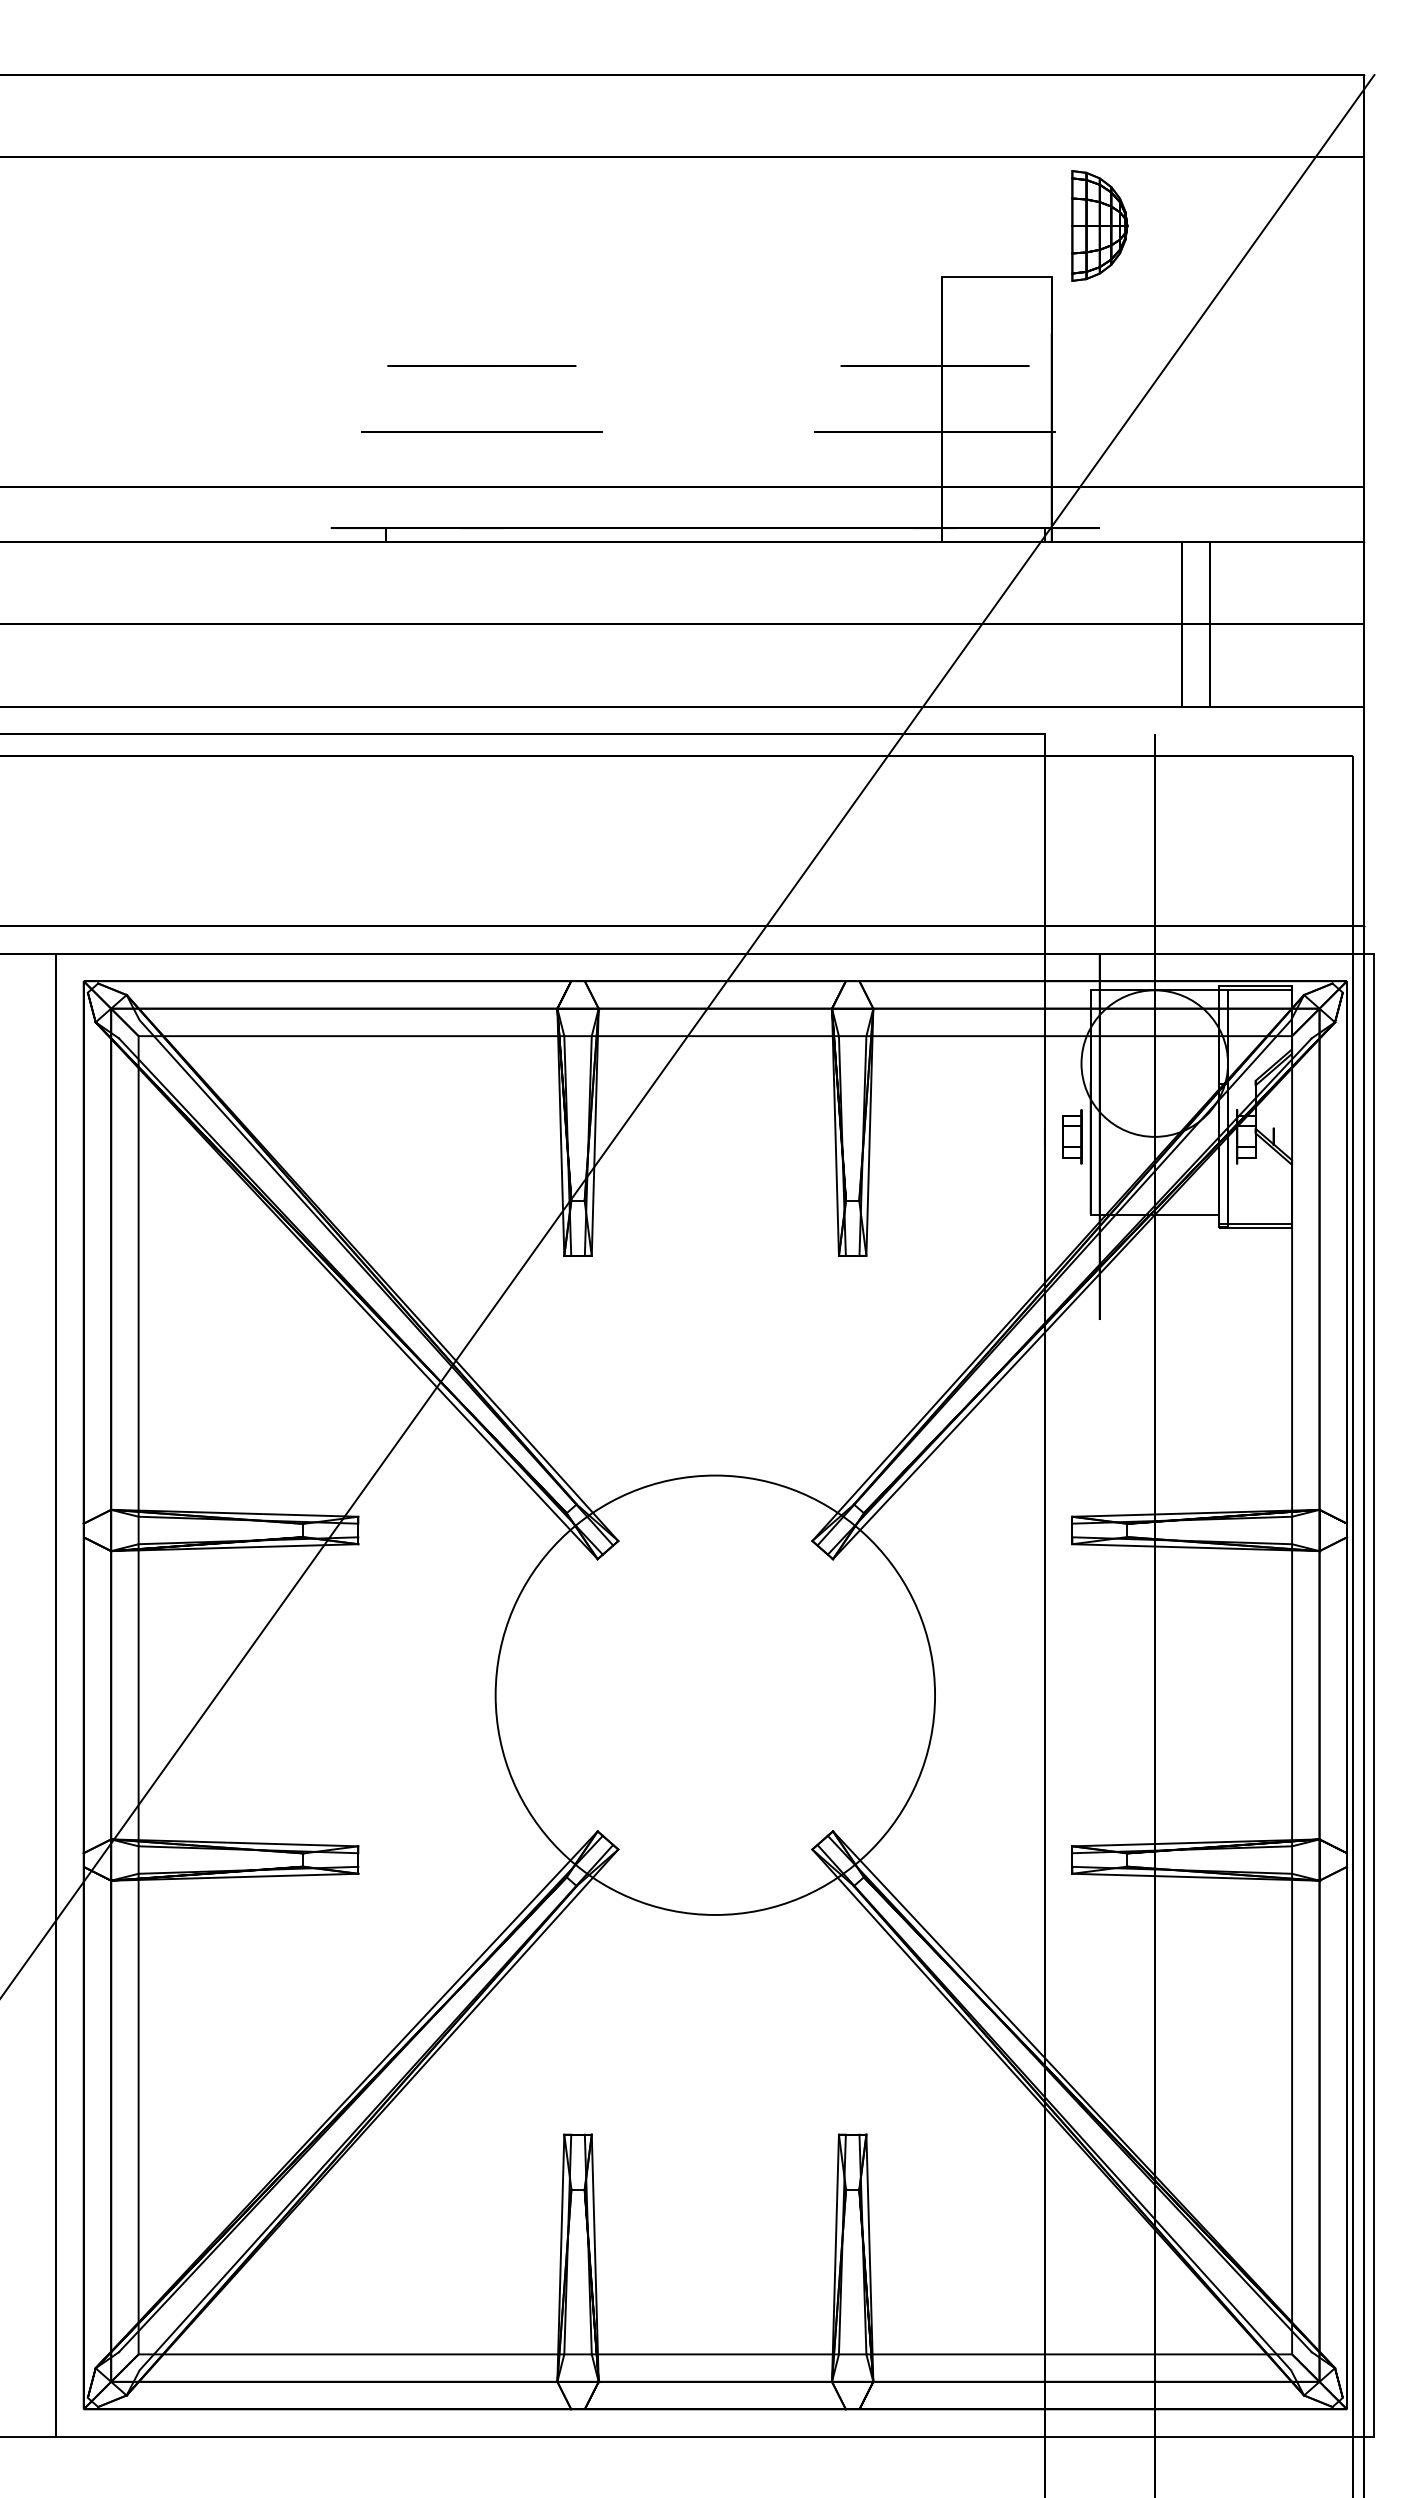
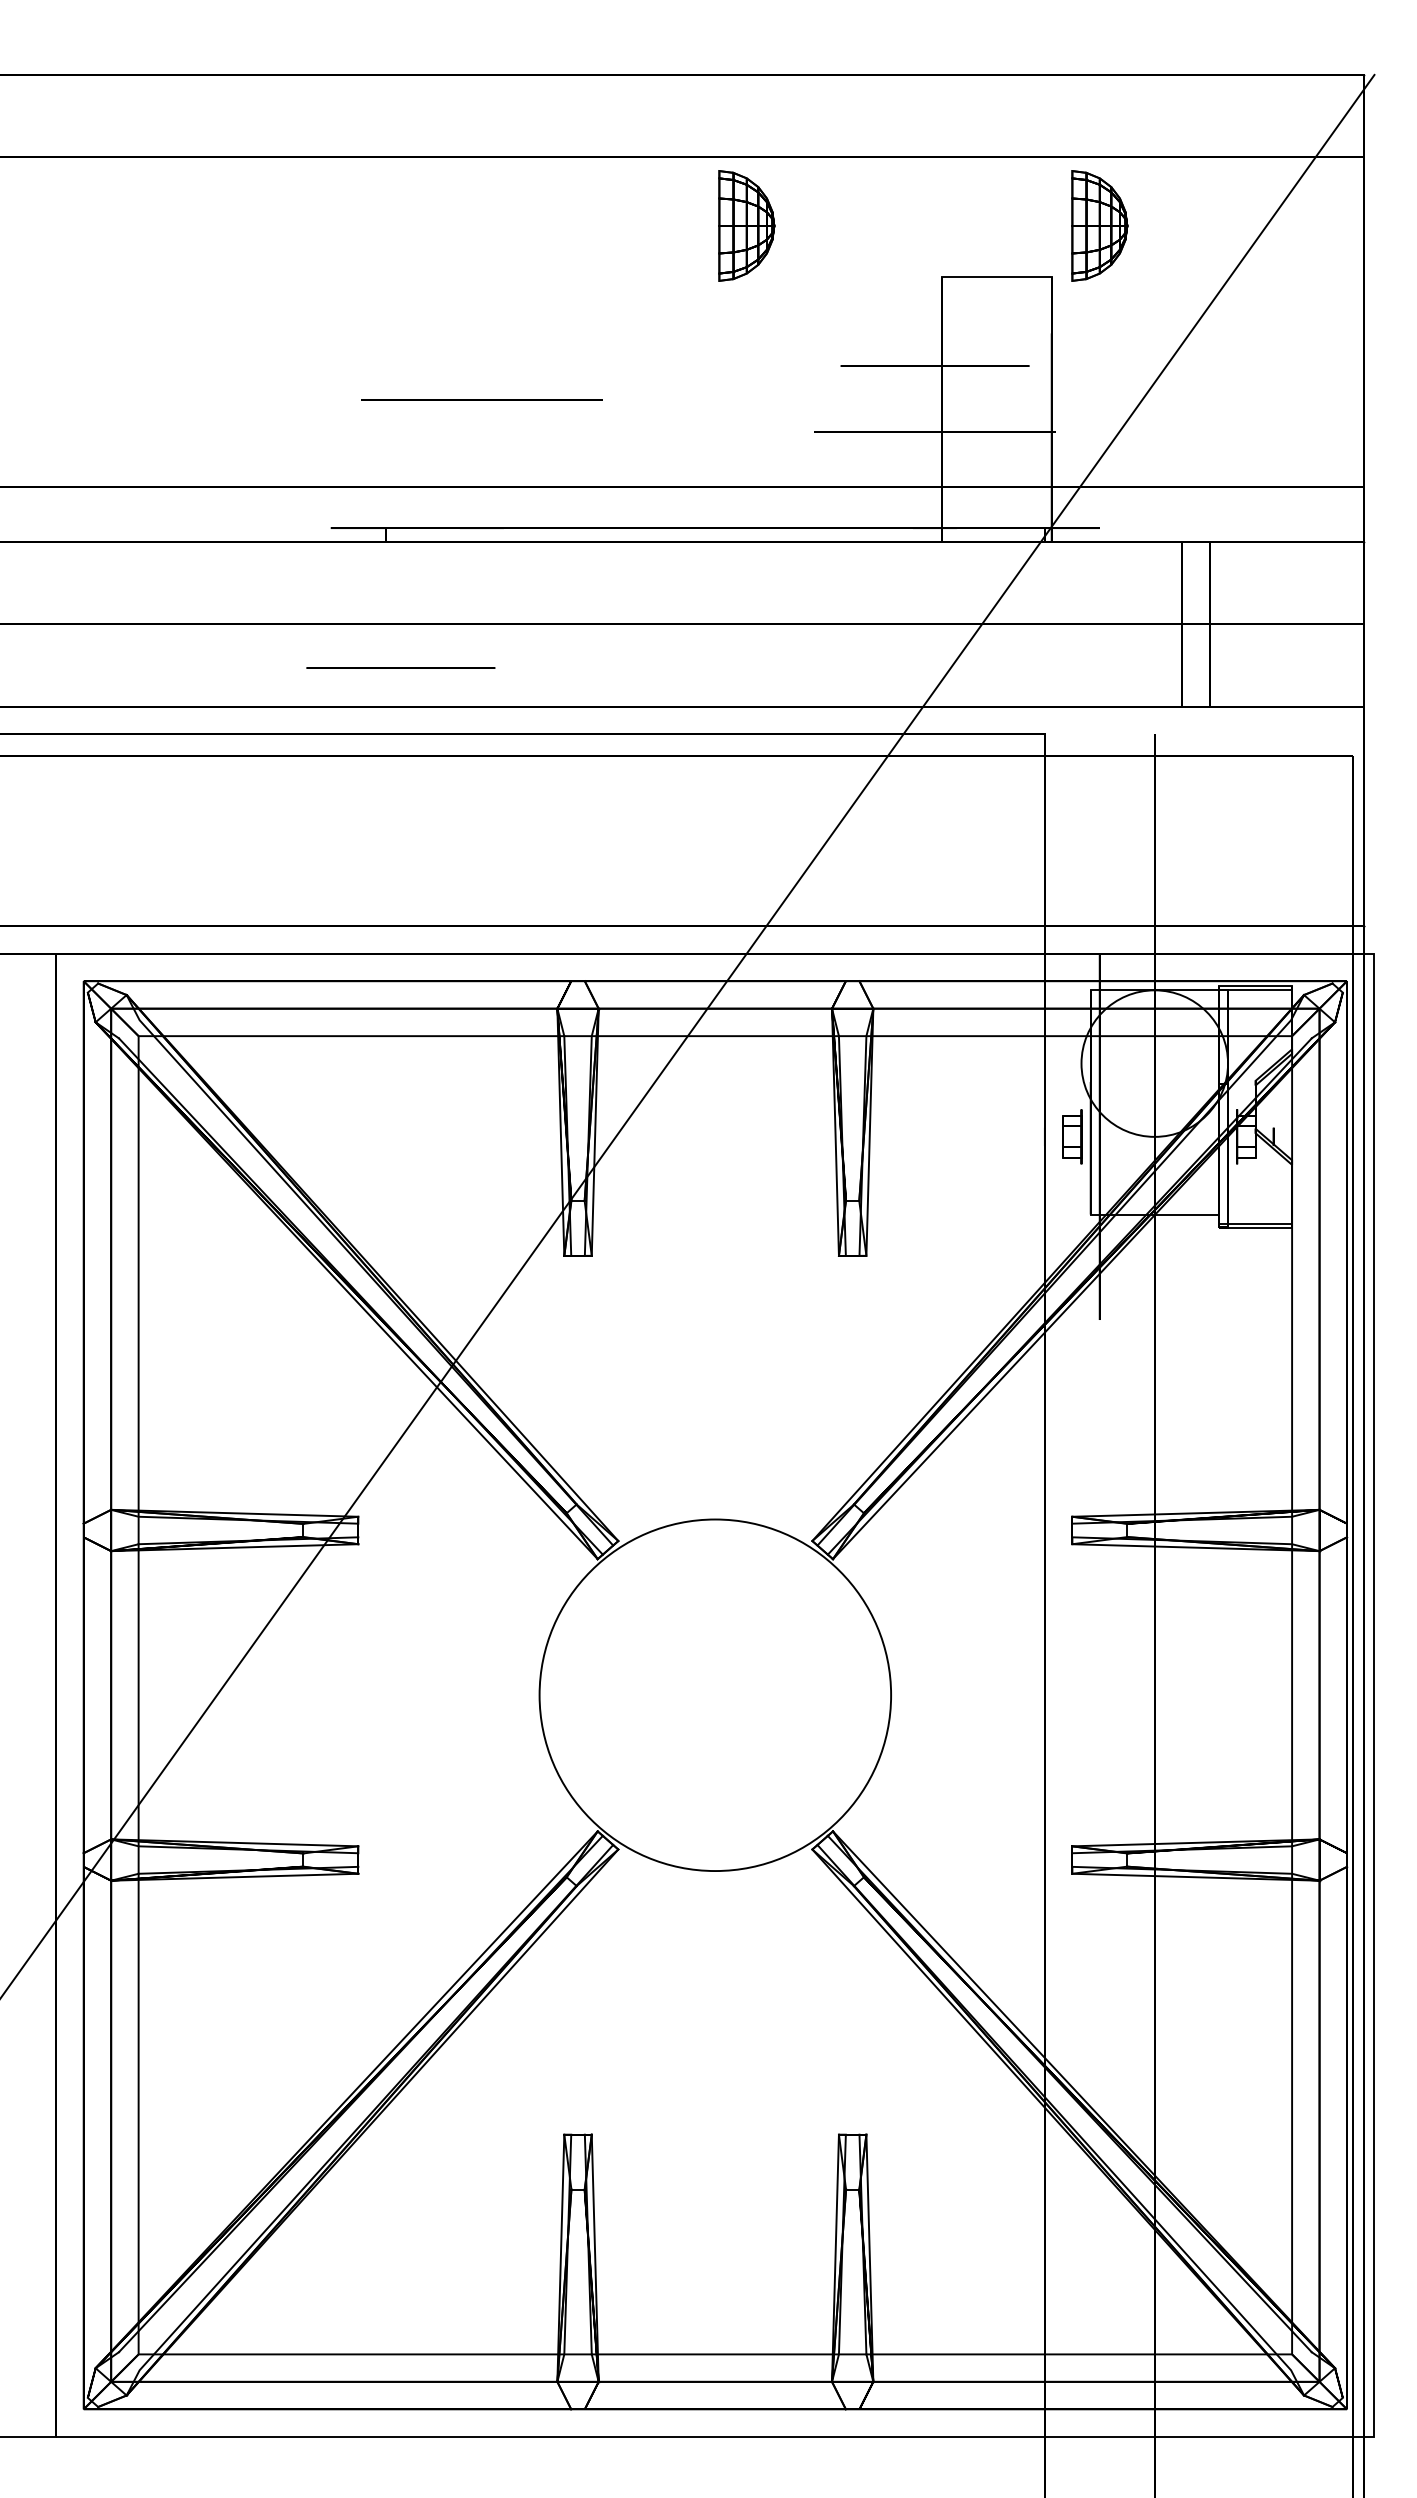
part at (746, 225): none -> present
line at (481, 365) position: (481, 365) -> (400, 667)
circle at (481, 431) position: (481, 431) -> (481, 399)
circle at (715, 1694) diameter: 439 px -> 352 px
